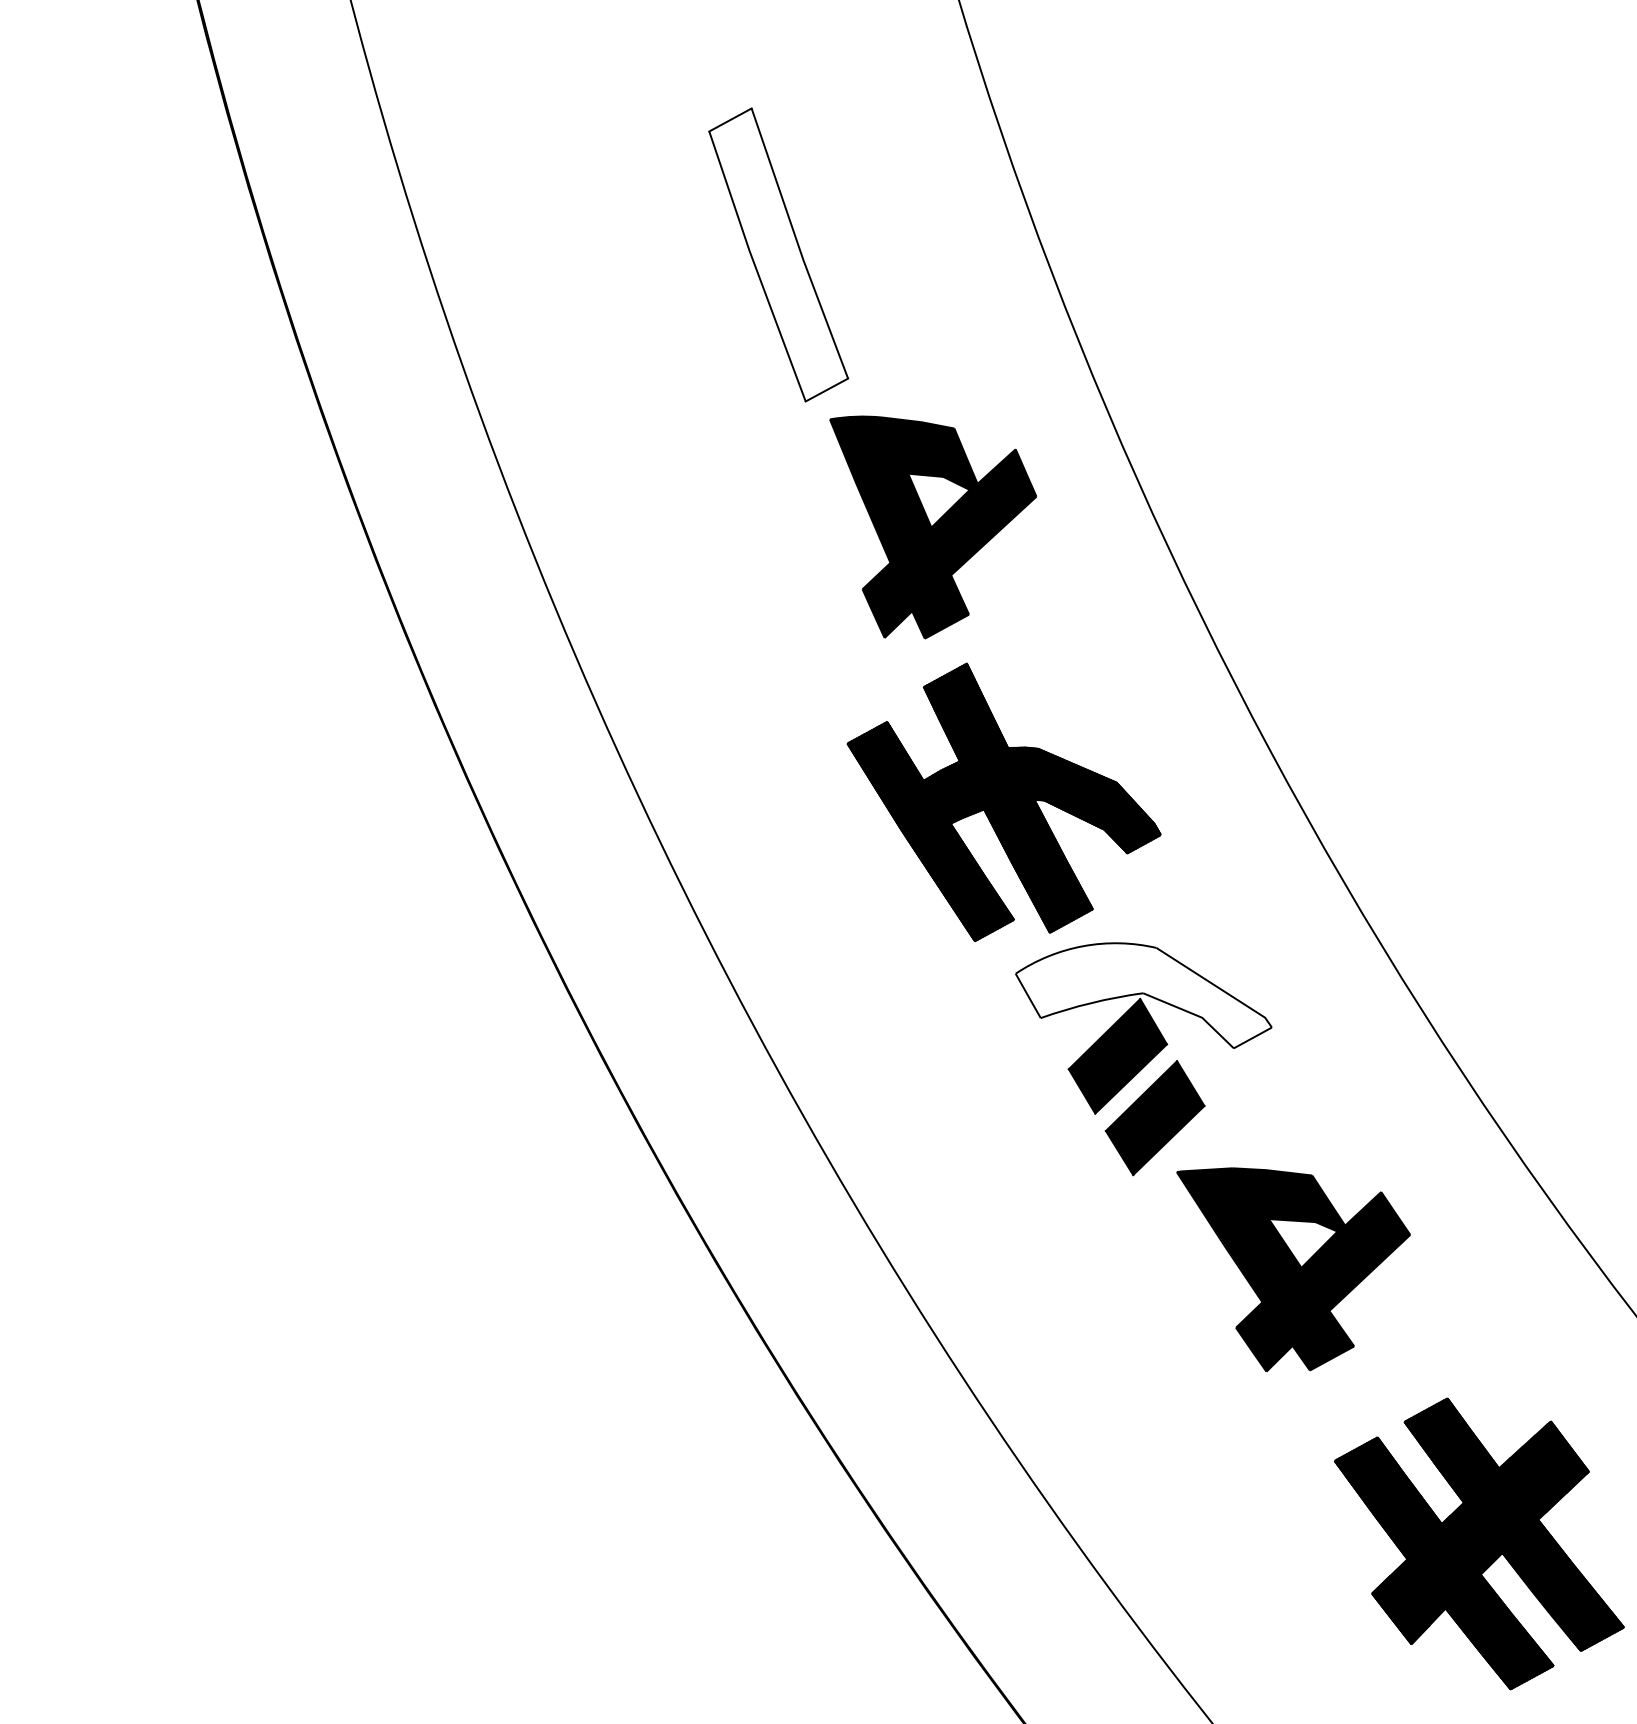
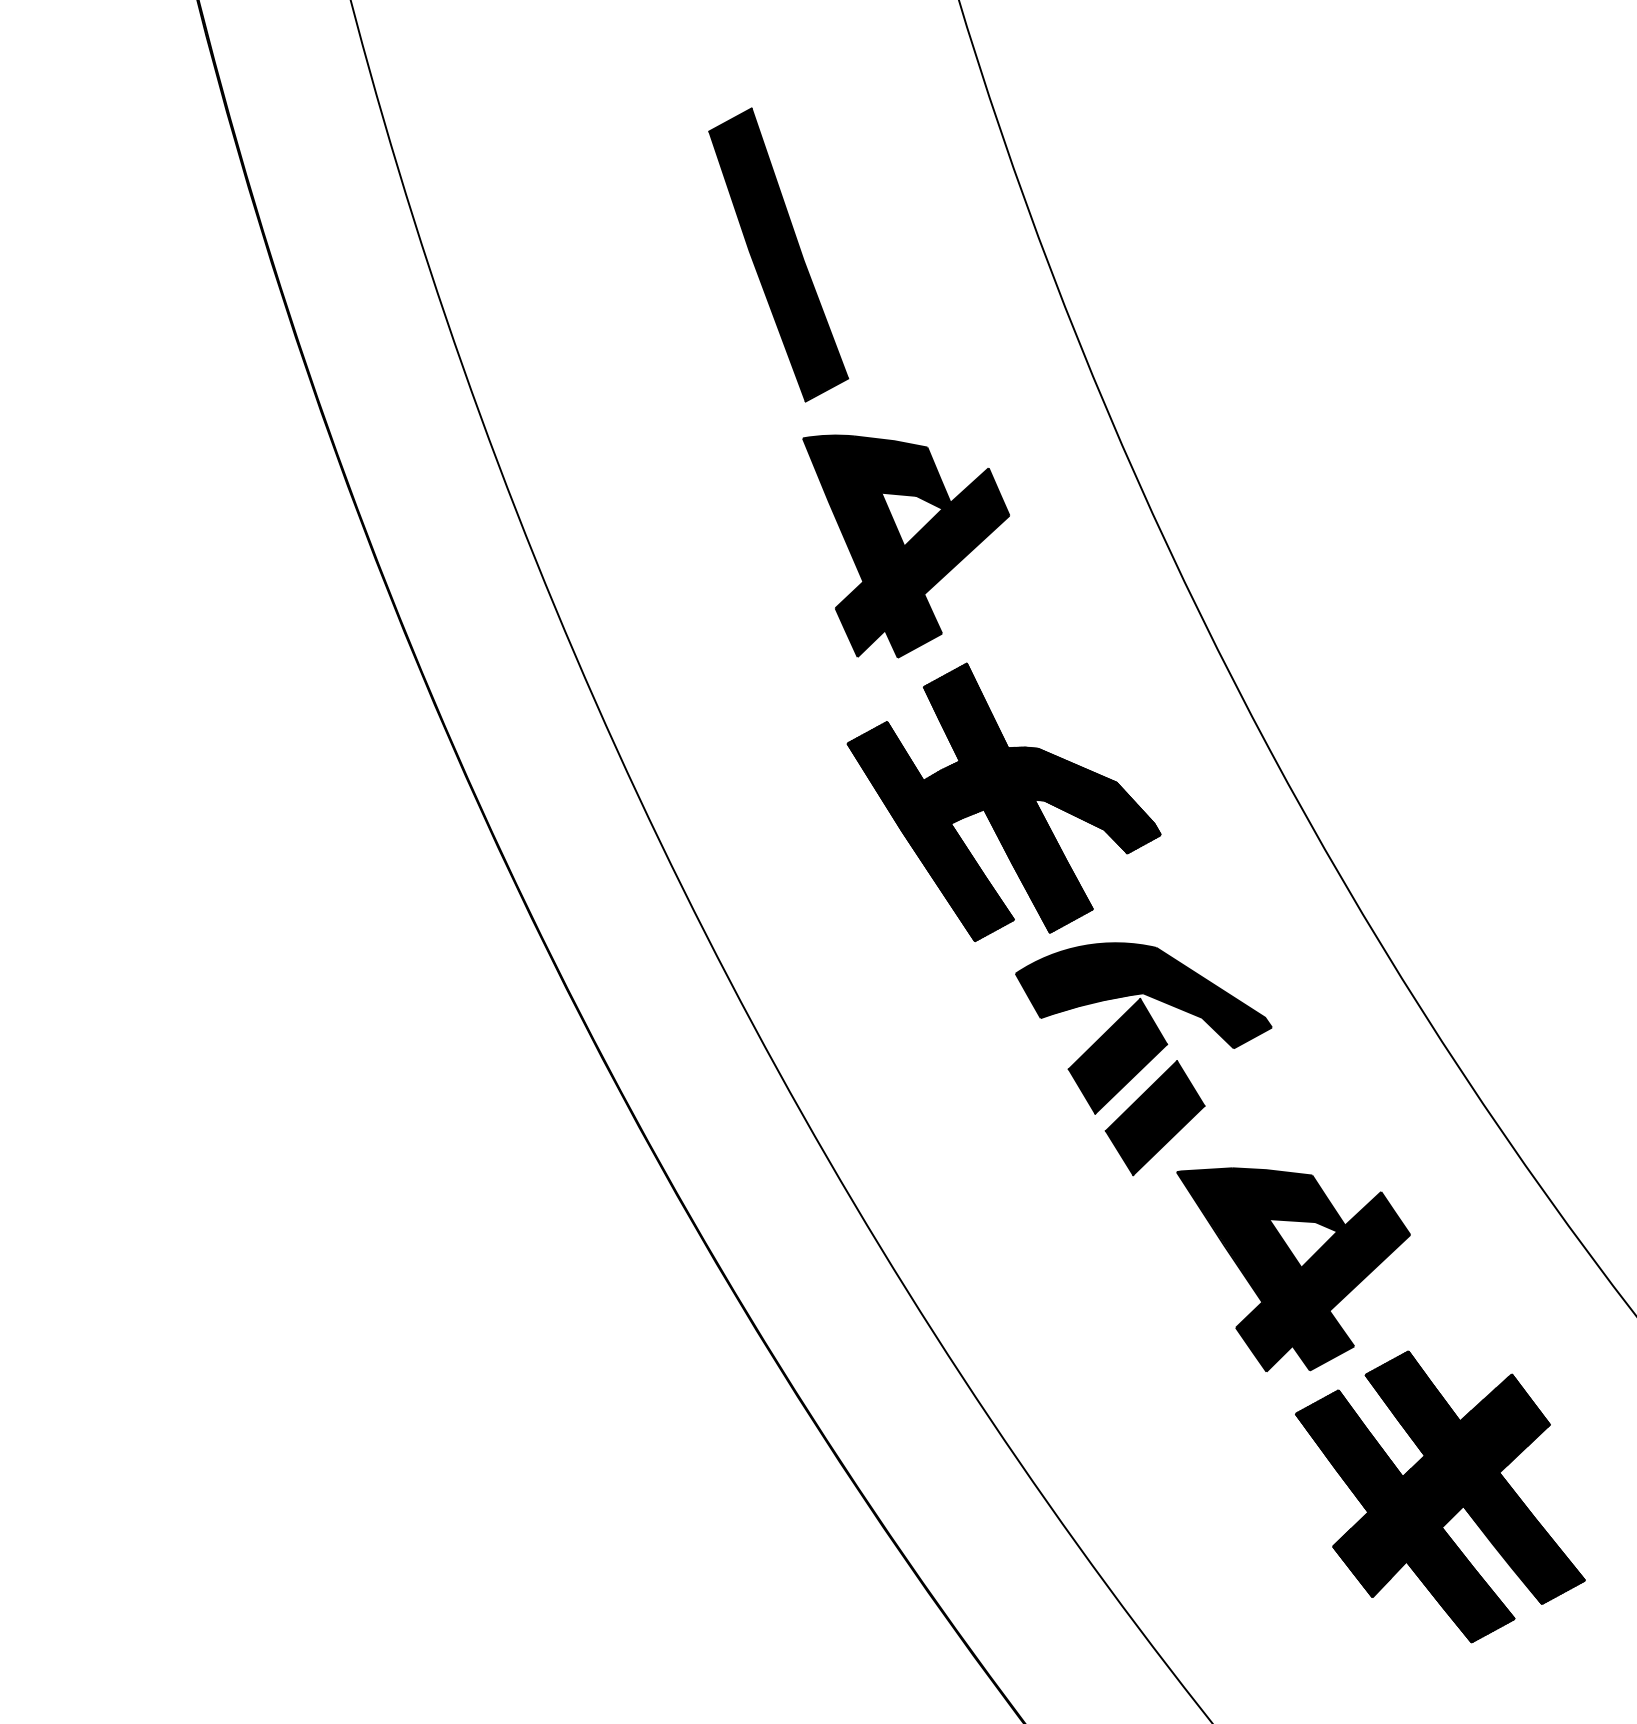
fill at (778, 254): none -> present
part at (933, 527) position: (933, 527) -> (906, 546)
fill at (1143, 995): none -> present
part at (1479, 1543) position: (1479, 1543) -> (1440, 1496)
